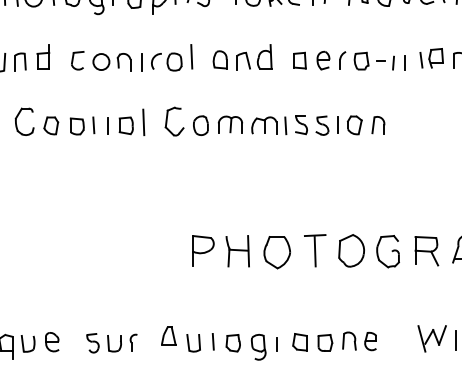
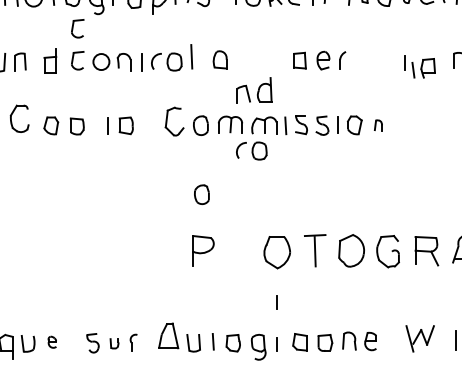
part at (77, 28): none -> present
part at (43, 56) position: (43, 56) -> (50, 60)
part at (254, 57) position: (254, 57) -> (254, 90)
part at (431, 58) position: (431, 58) -> (423, 68)
part at (373, 60): present -> none
part at (17, 118) position: (17, 118) -> (12, 115)
line at (143, 122): present -> none
line at (93, 125): present -> none
part at (378, 125) size: 15x19 px -> 9x13 px
part at (251, 150): none -> present
part at (201, 194): none -> present
part at (237, 251): present -> none
line at (276, 302): none -> present
part at (168, 335) size: 16x20 px -> 22x28 px
part at (431, 338) position: (431, 338) -> (419, 338)
part at (52, 342) size: 15x21 px -> 10x14 px
part at (114, 343) size: 15x18 px -> 11x12 px
